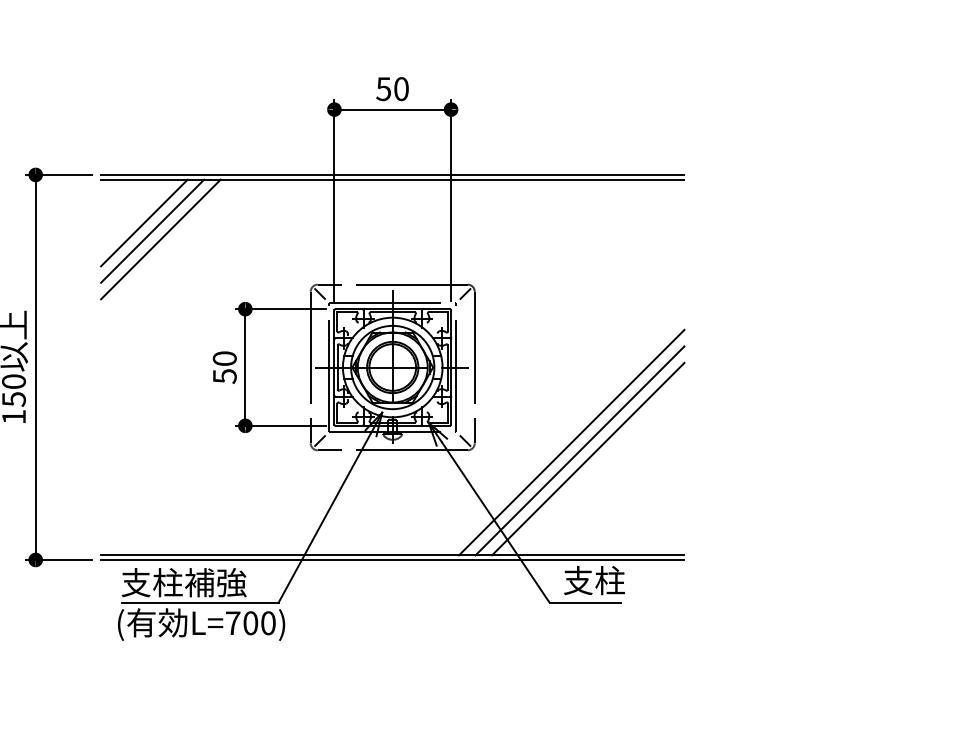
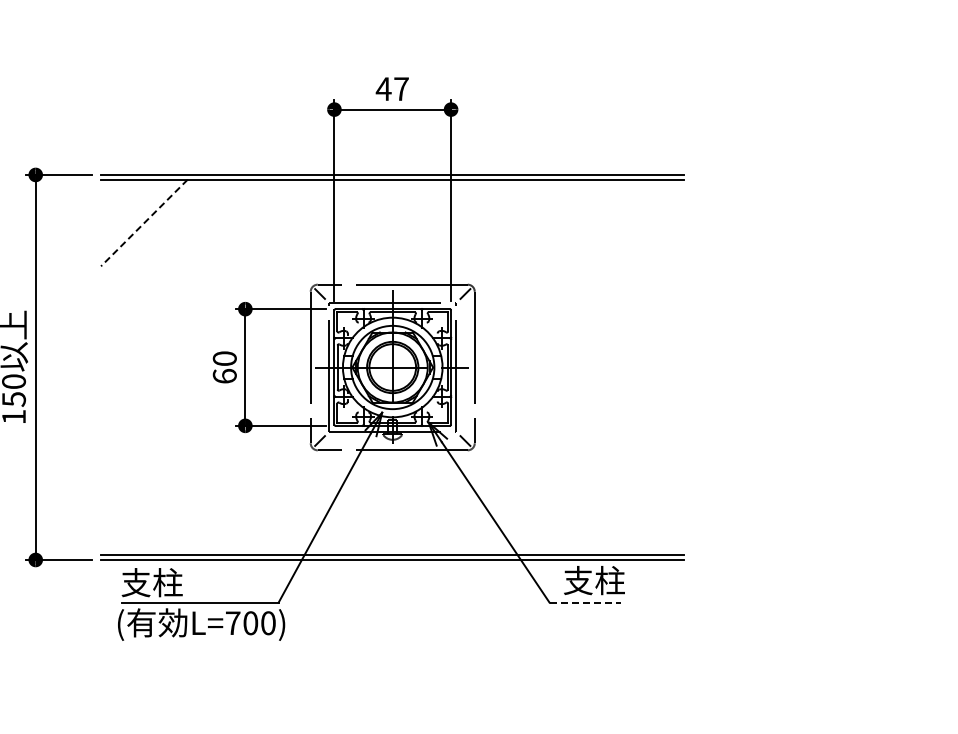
text at (391, 89): 50 -> 47
line at (144, 223): solid -> dashed
line at (152, 230): present -> none
line at (160, 239): present -> none
text at (224, 375): 50 -> 60
line at (571, 442): present -> none
line at (579, 450): present -> none
line at (588, 458): present -> none
text at (215, 582): 支柱補強 -> 支柱
line at (585, 602): solid -> dashed
